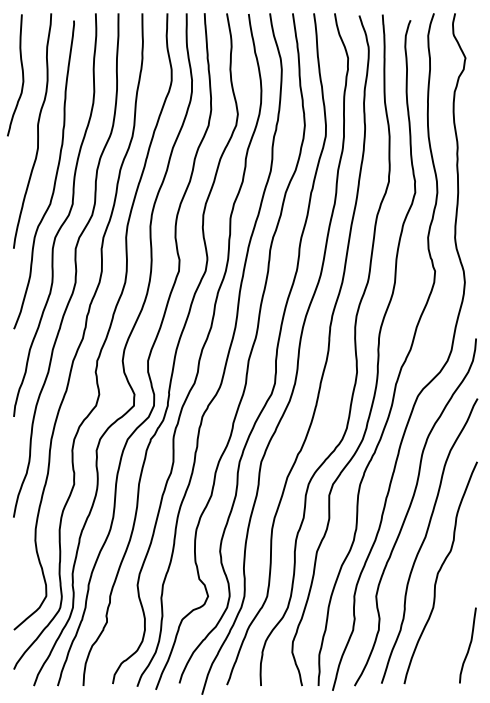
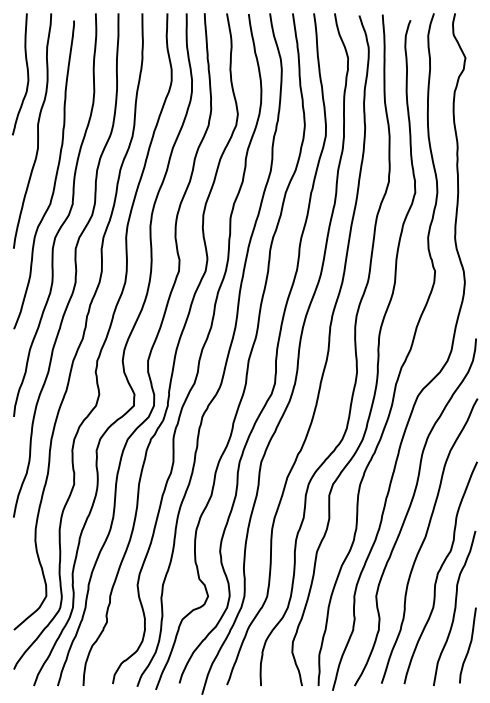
curve at (22, 75) position: (22, 75) -> (27, 74)
curve at (454, 608): none -> present
